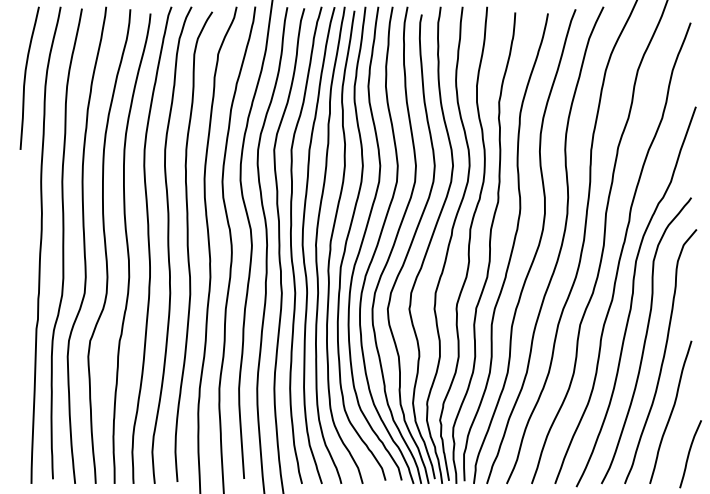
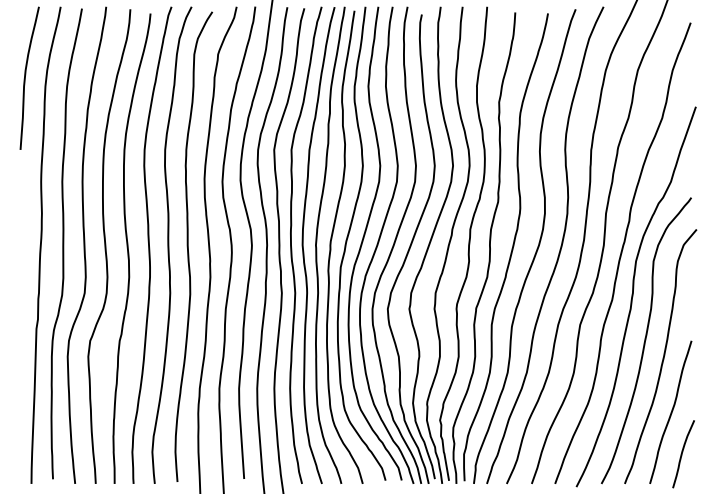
curve at (689, 454) position: (689, 454) -> (682, 454)
